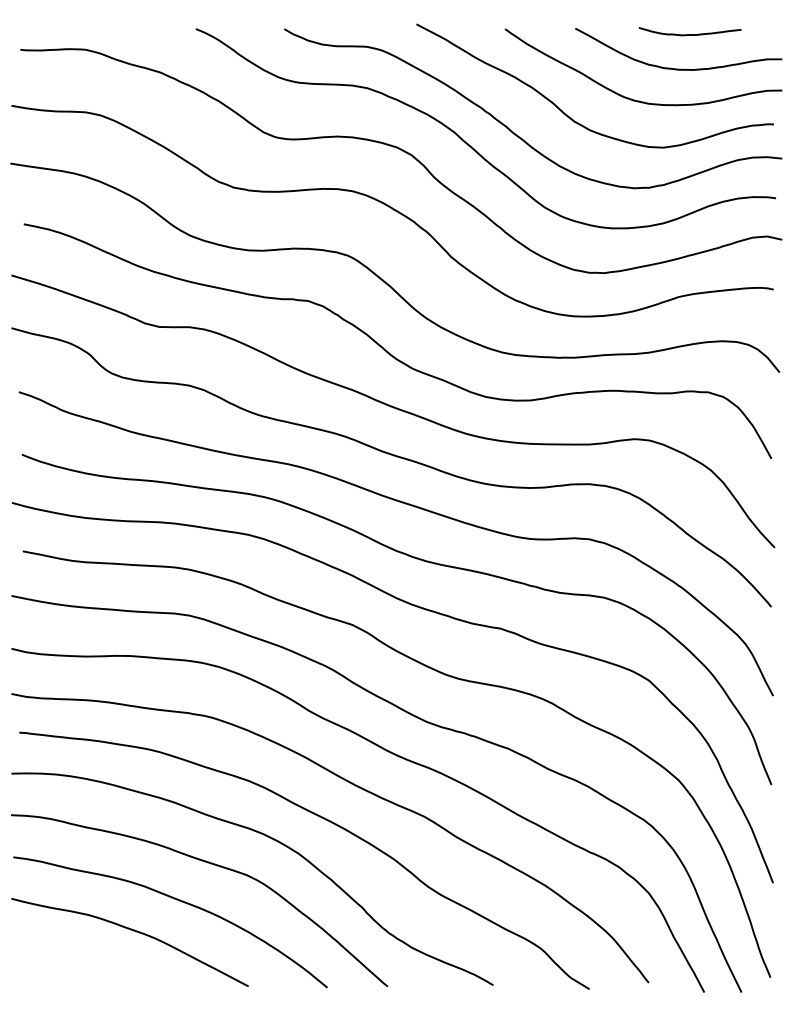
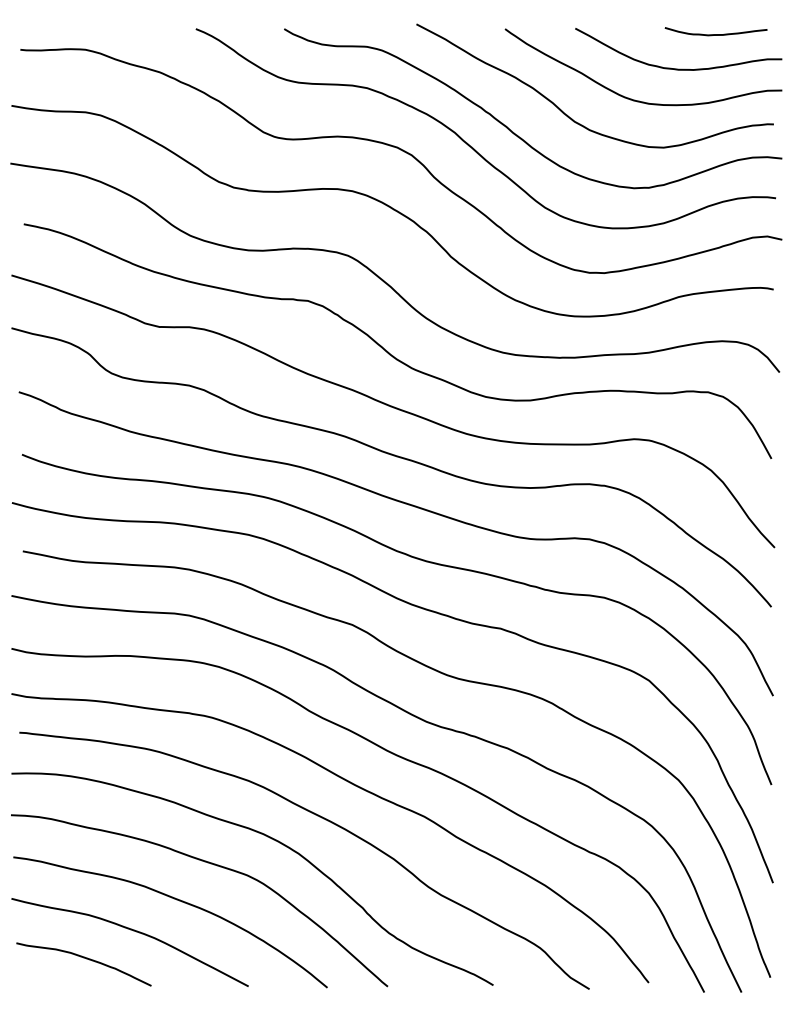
curve at (689, 34) position: (689, 34) -> (715, 34)
curve at (86, 959): none -> present
